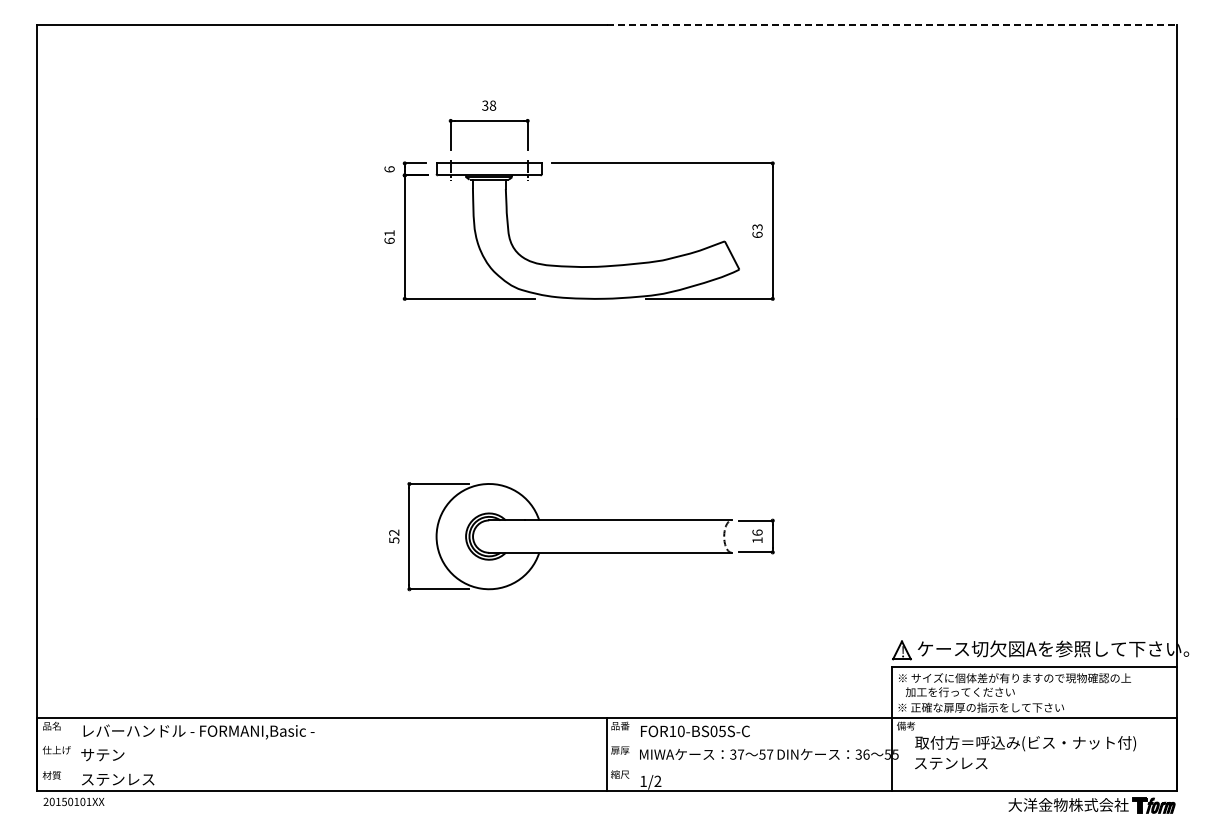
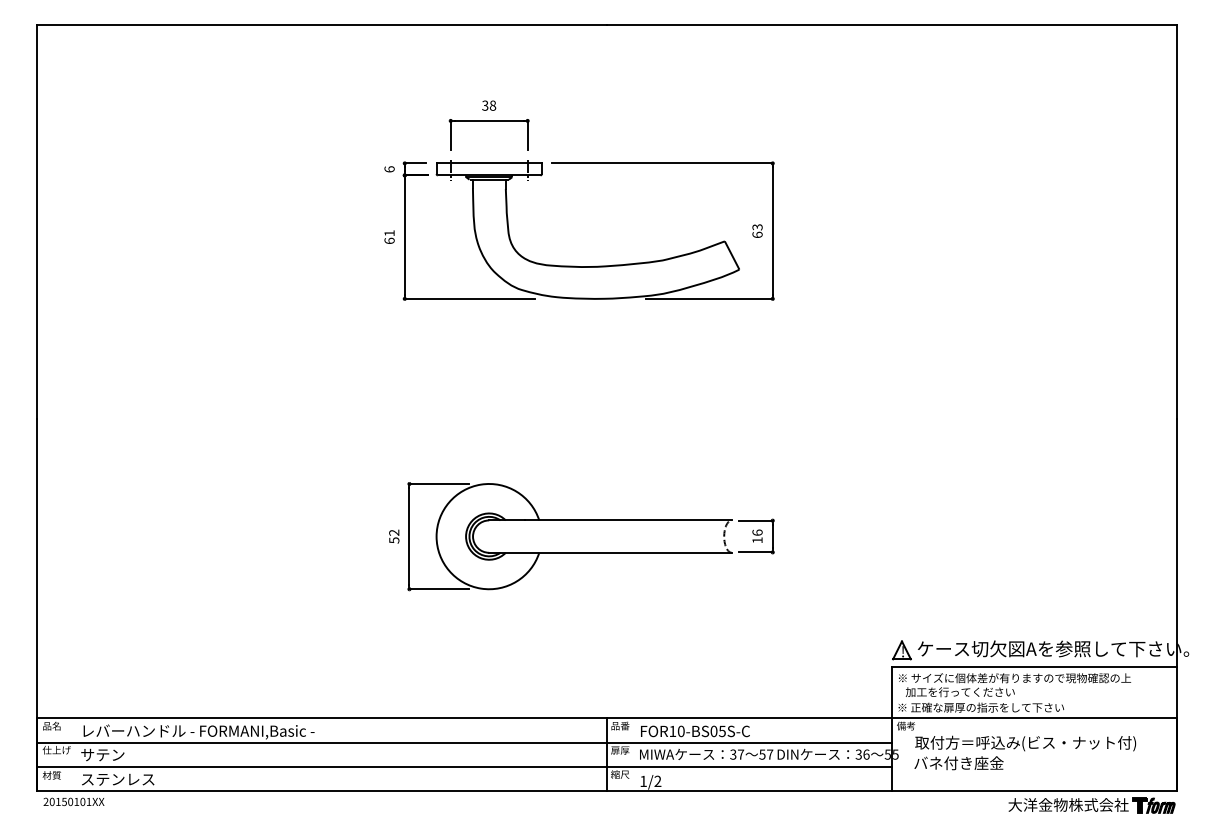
line at (892, 25): dashed -> solid
line at (464, 742): none -> present
text at (958, 763): ステンレス -> バネ付き座金
line at (464, 766): none -> present
